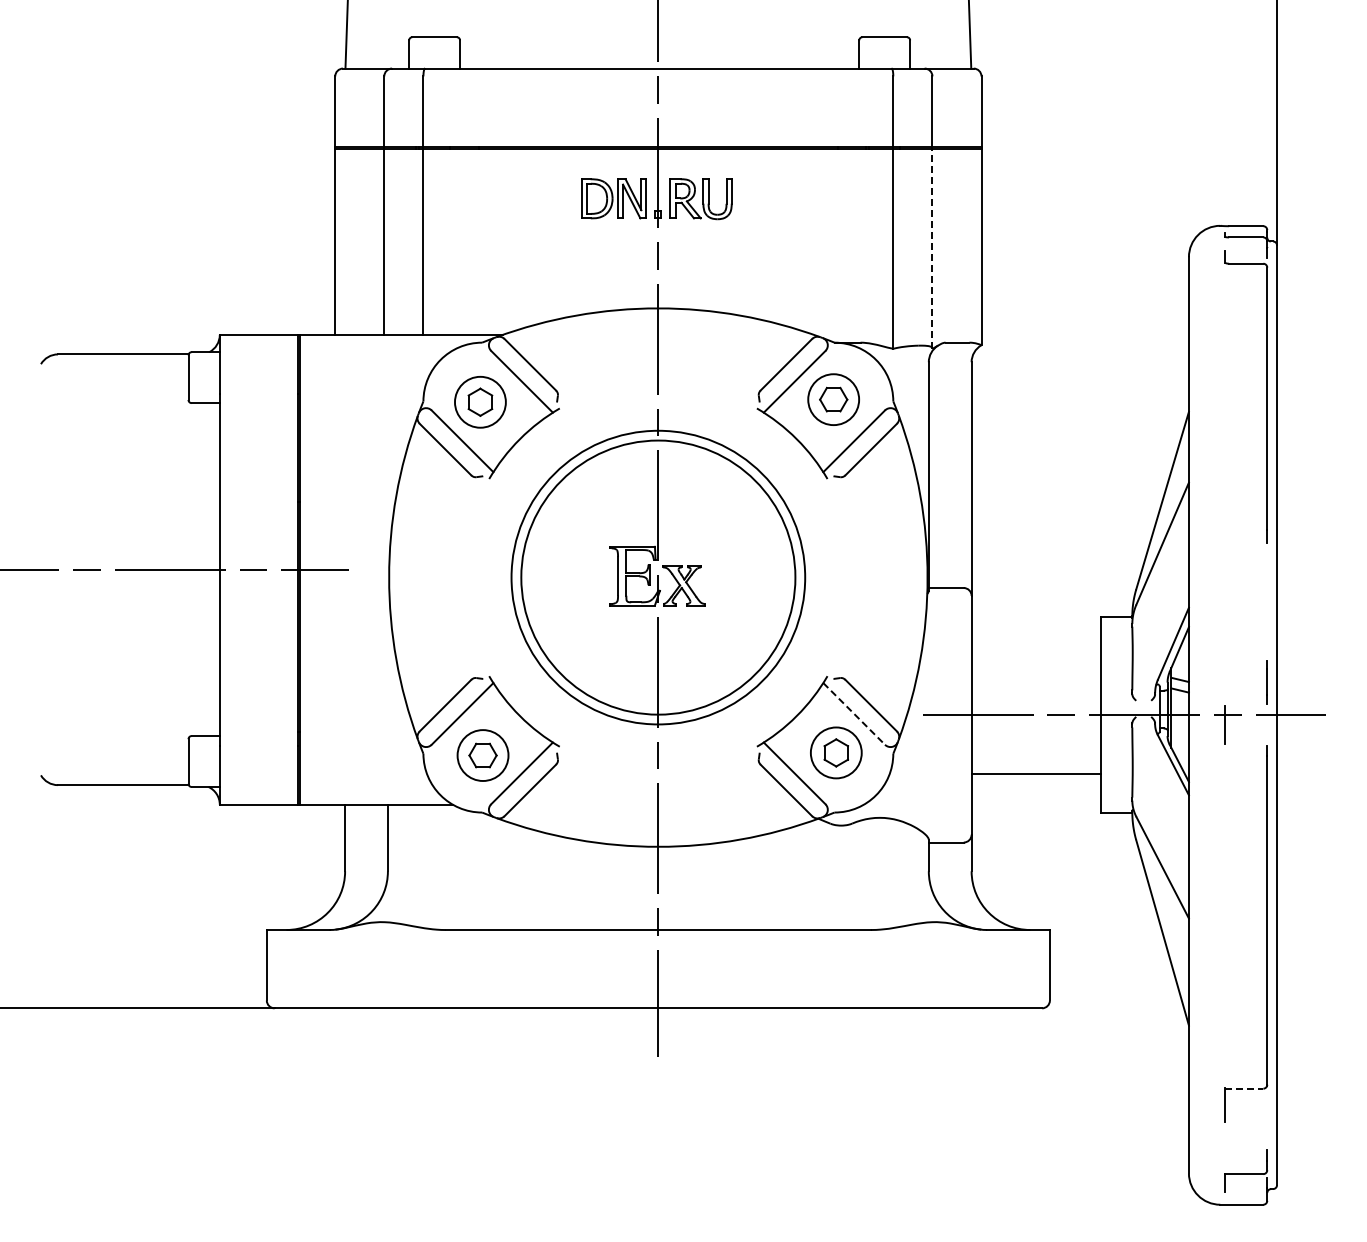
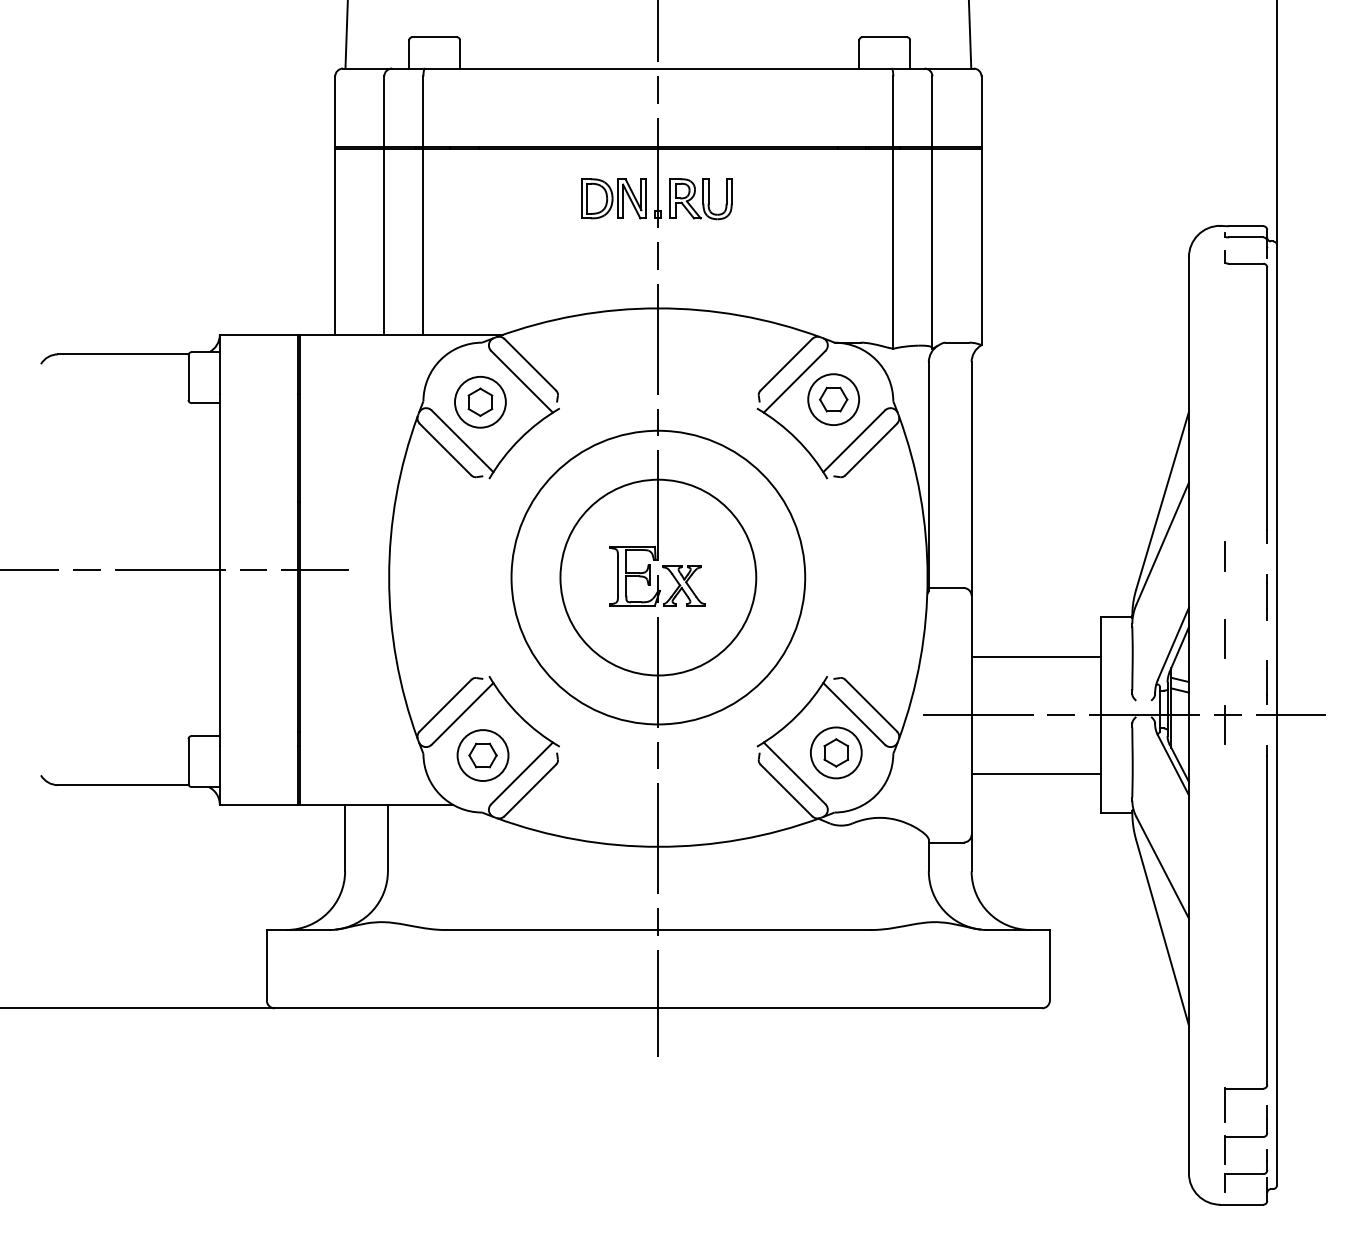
line at (932, 248): dashed -> solid
line at (1225, 556): none -> present
circle at (658, 577) diameter: 274 px -> 196 px
line at (1266, 597): none -> present
line at (1225, 638): none -> present
line at (1036, 656): none -> present
line at (854, 713): dashed -> solid
line at (1244, 1088): dashed -> solid
part at (1246, 1134): none -> present
